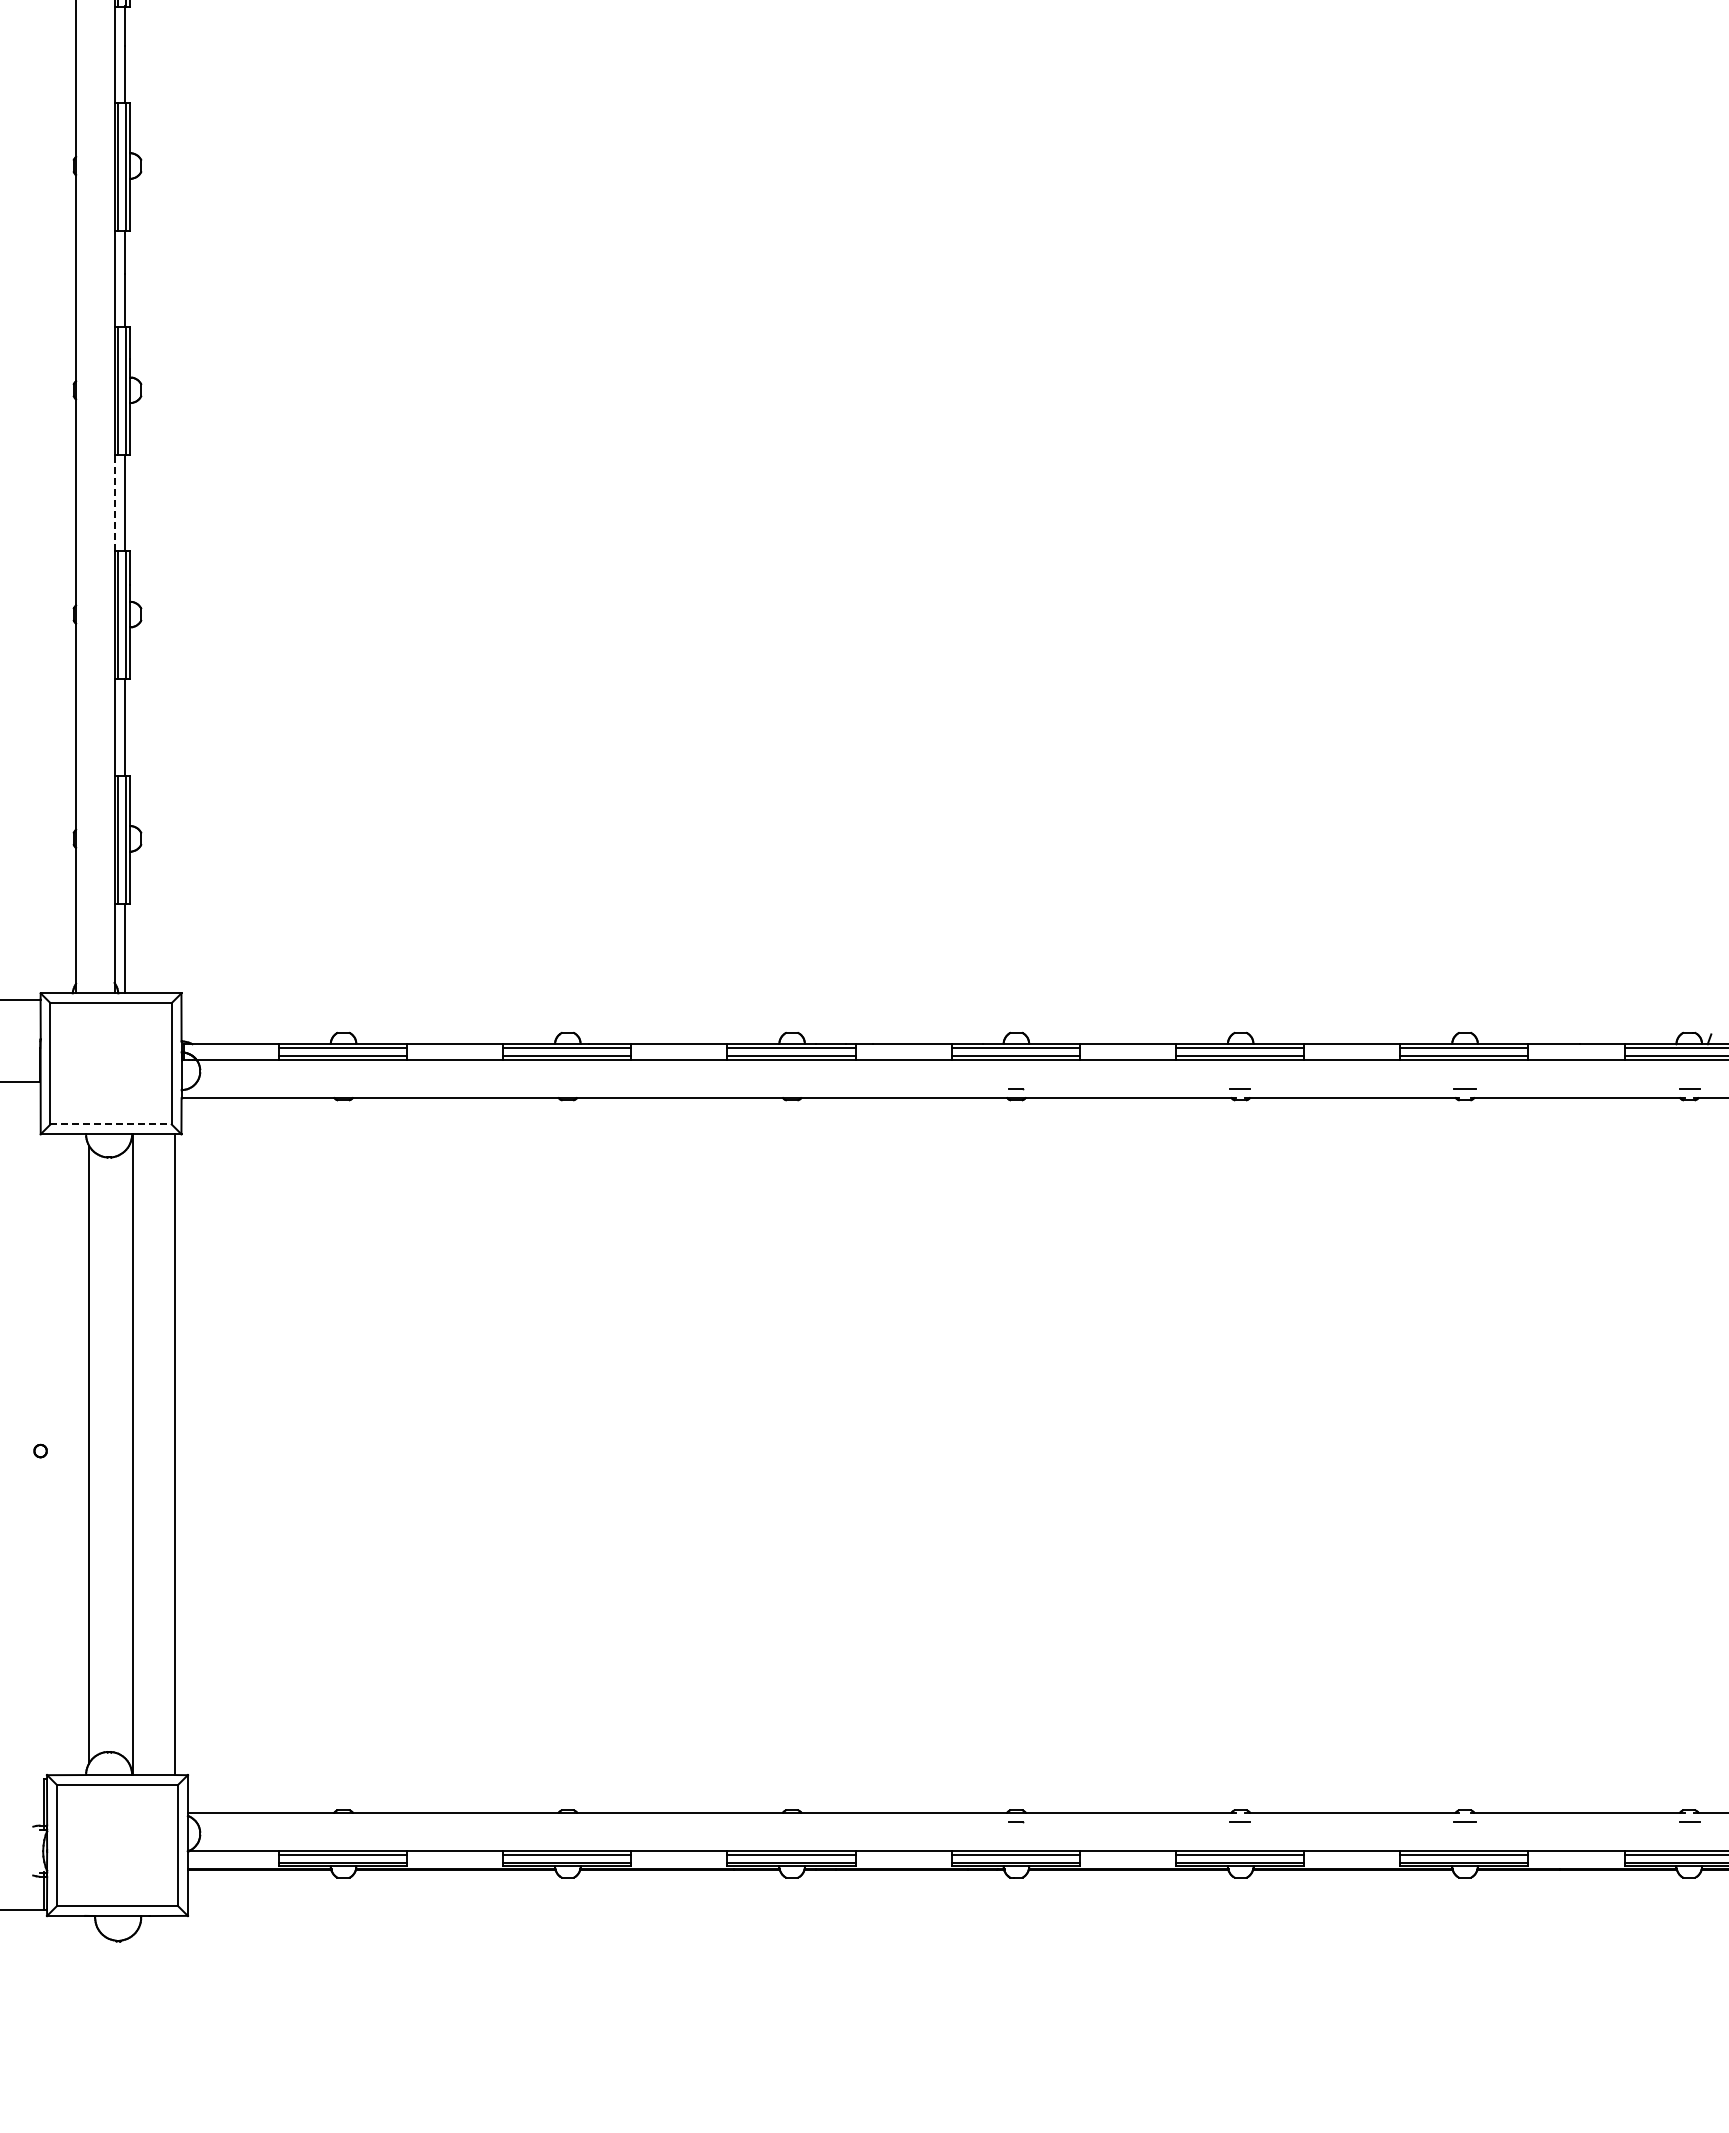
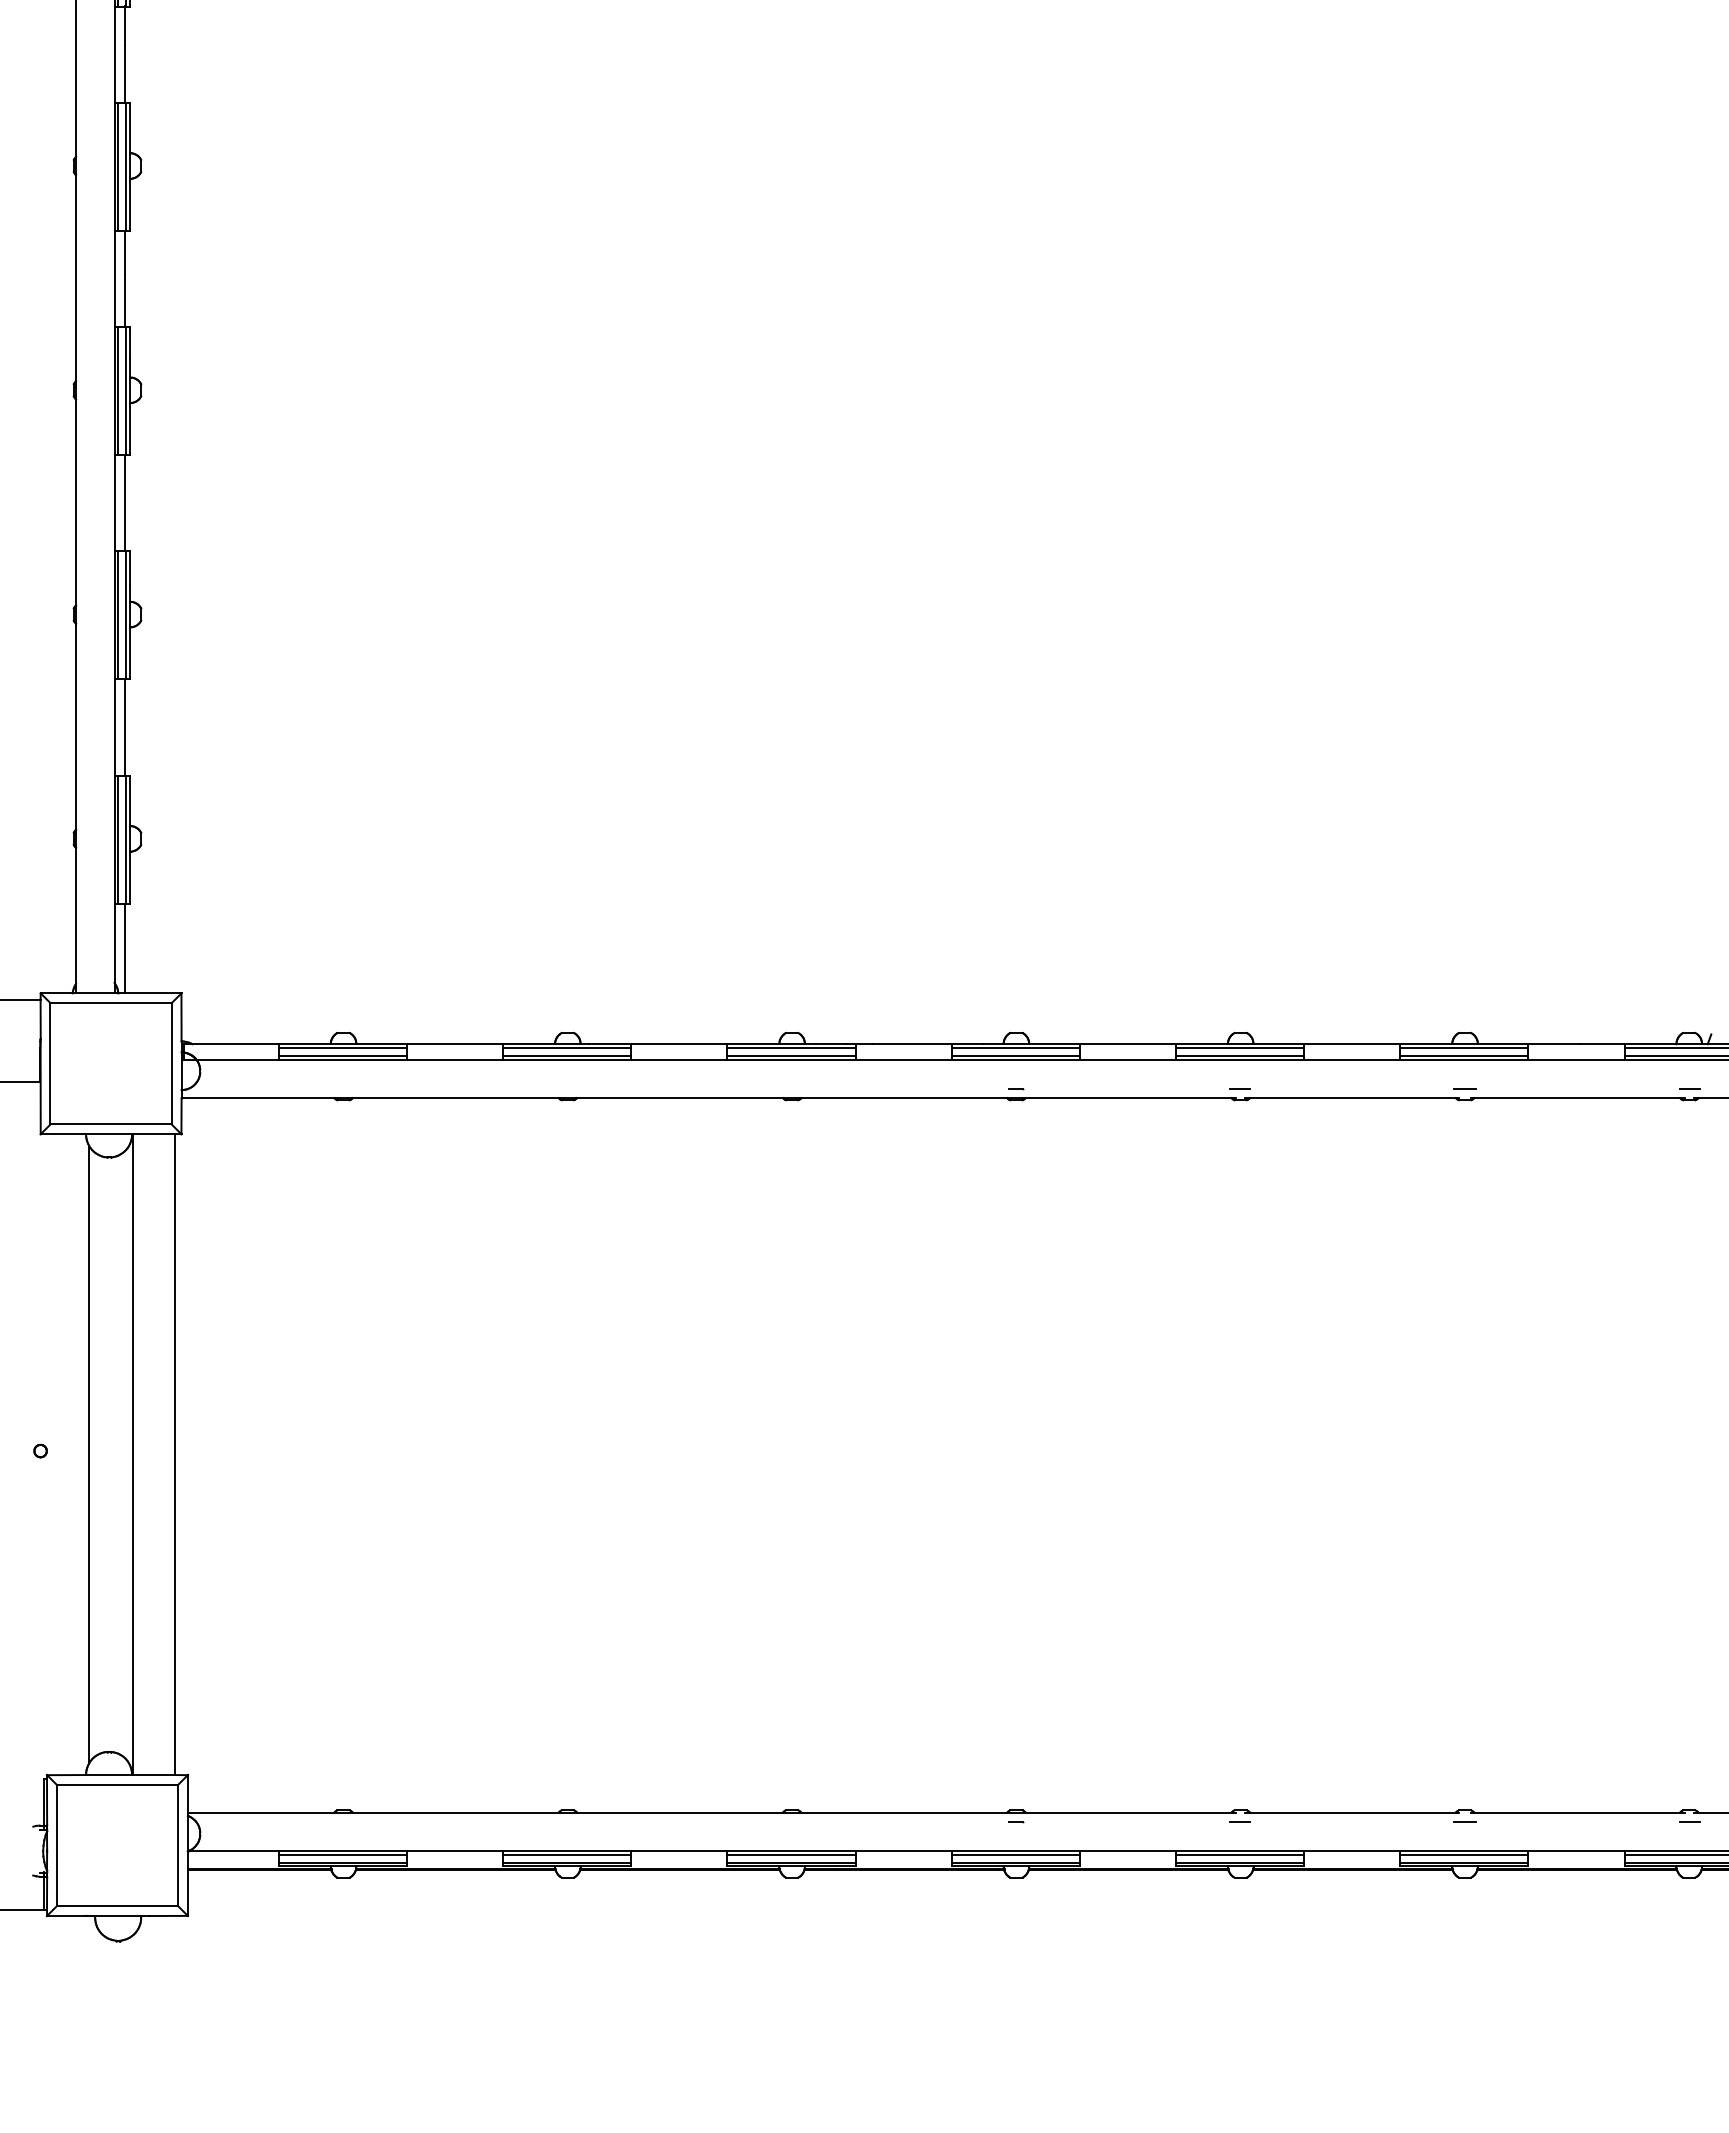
line at (114, 502): dashed -> solid
line at (111, 1124): dashed -> solid
